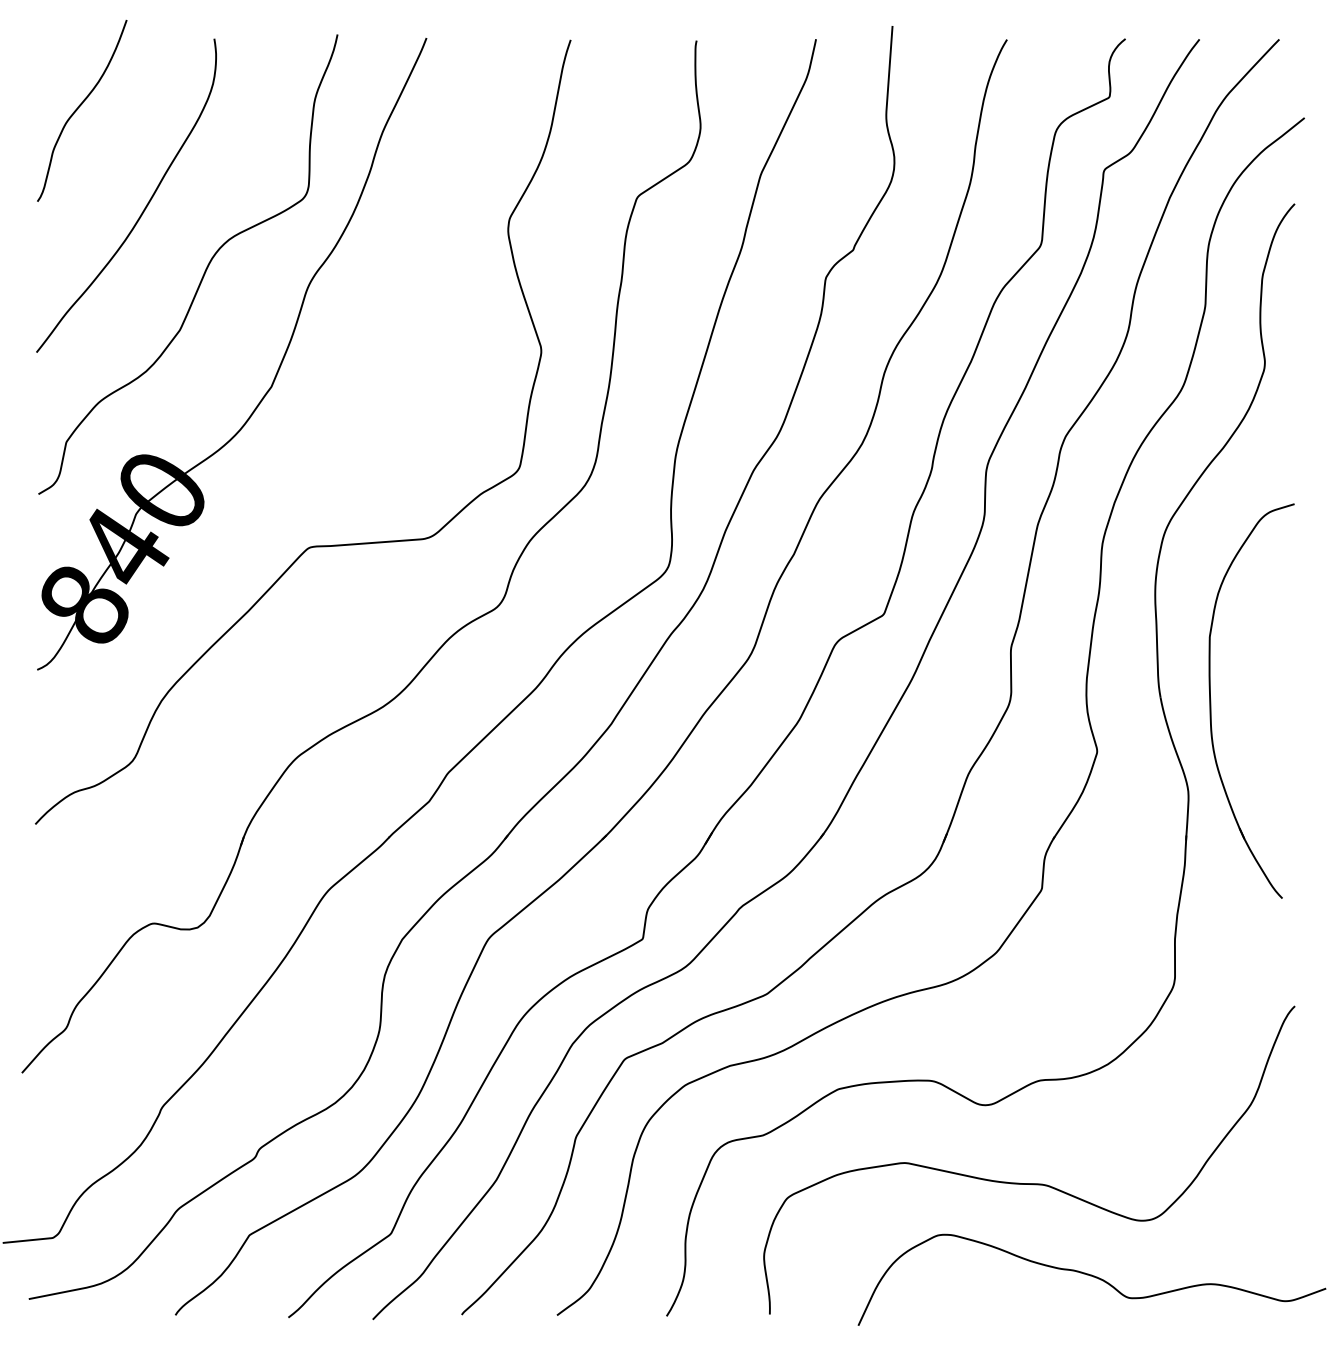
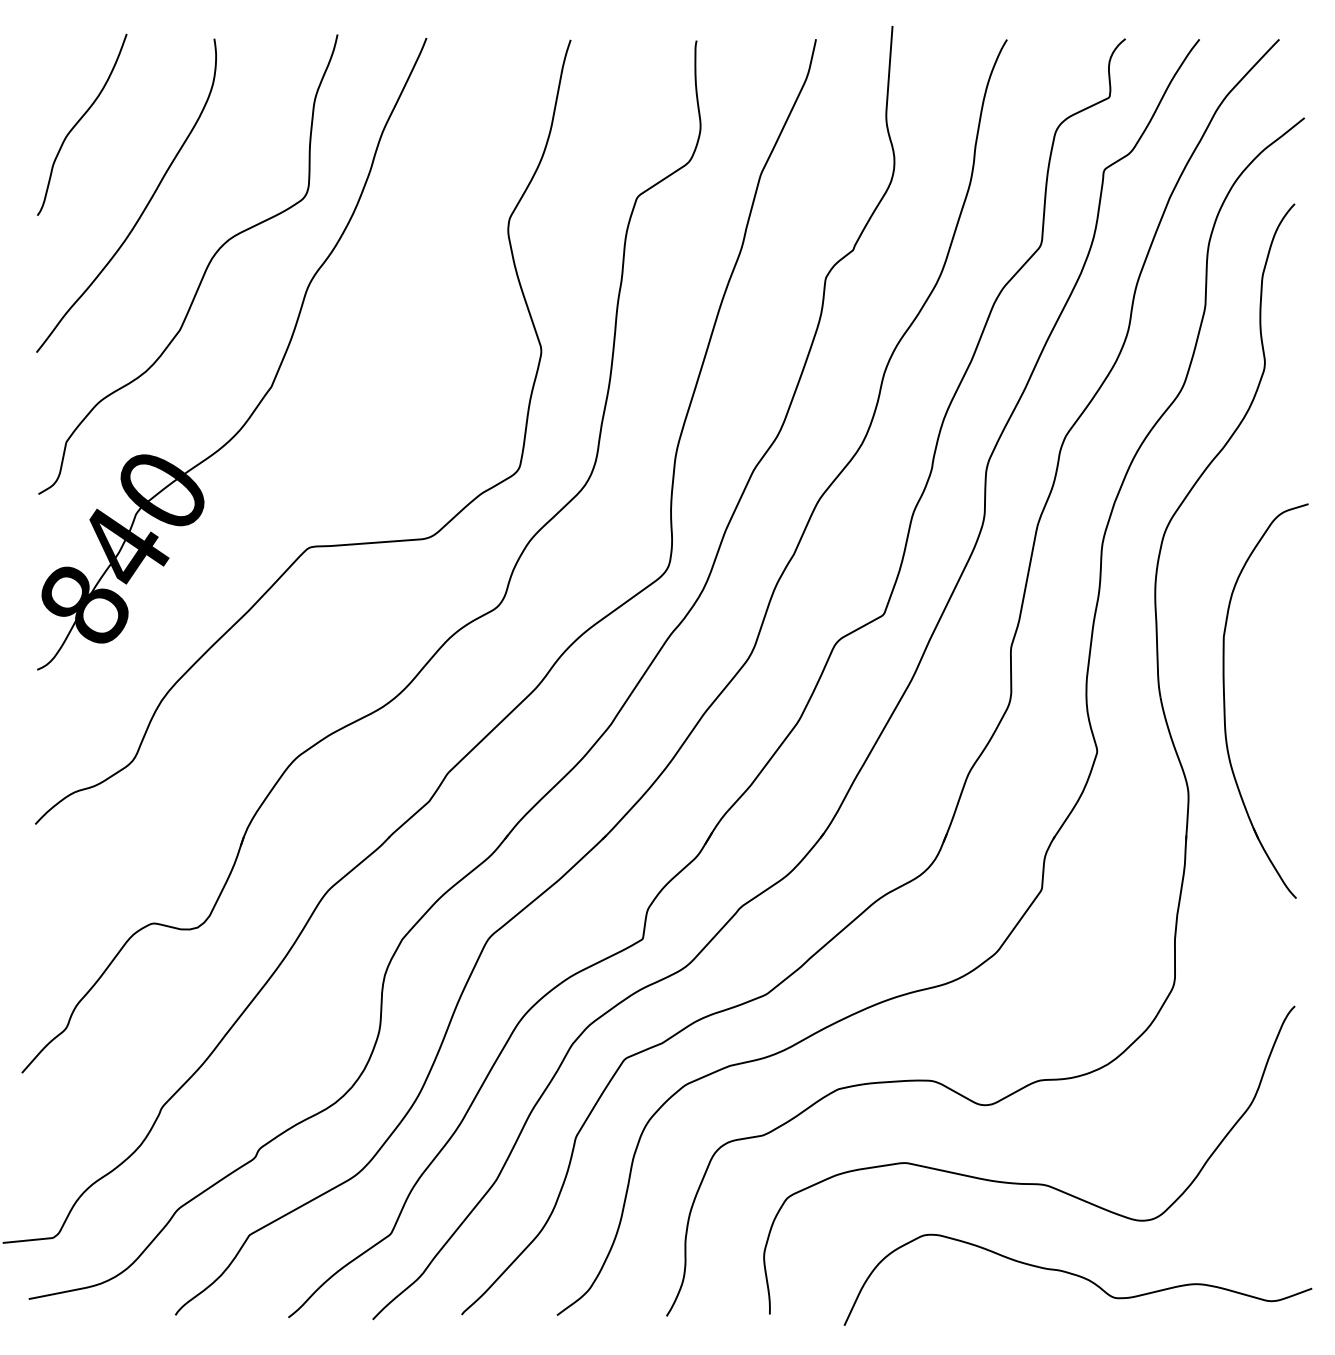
curve at (79, 107) position: (79, 107) -> (79, 121)
part at (1211, 700) position: (1211, 700) -> (1225, 700)
curve at (1093, 1277) position: (1093, 1277) -> (1079, 1277)
